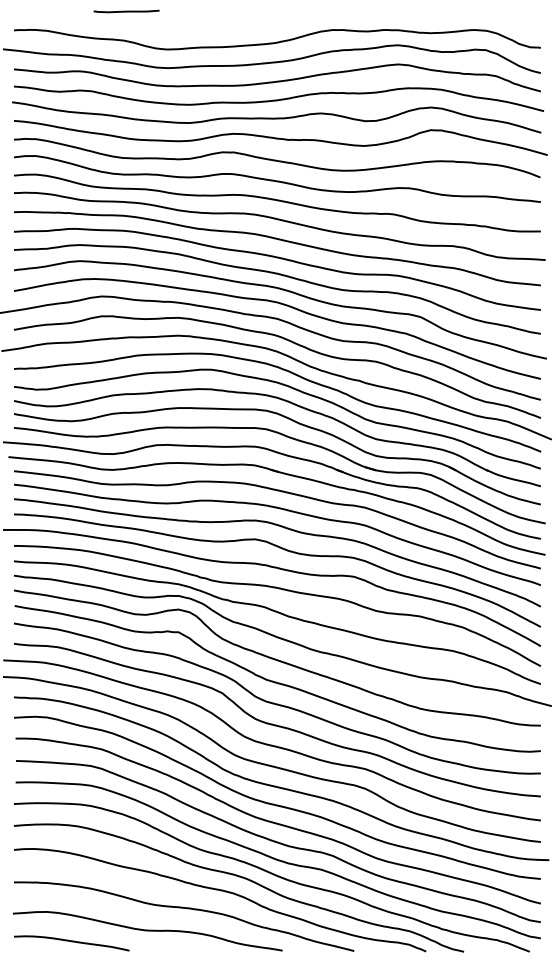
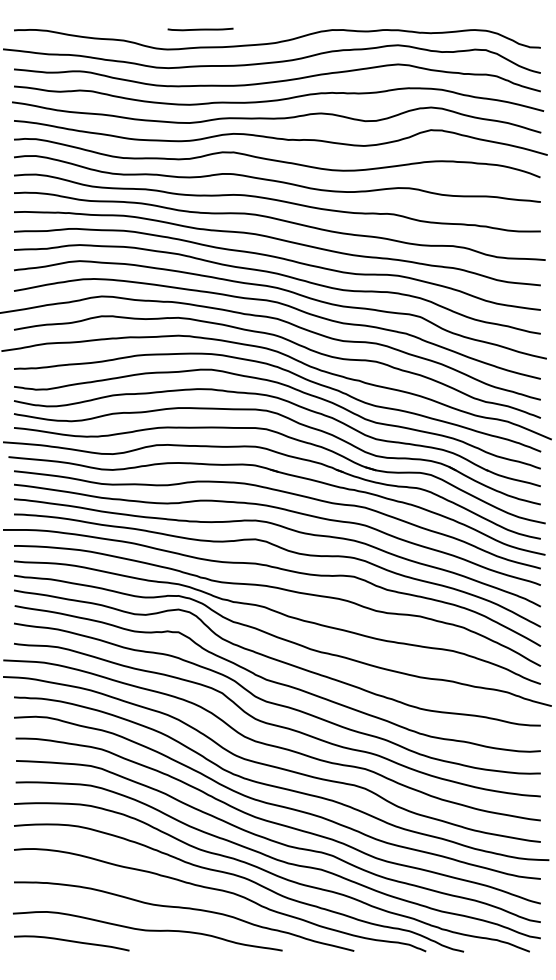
line at (126, 11) position: (126, 11) -> (200, 29)
